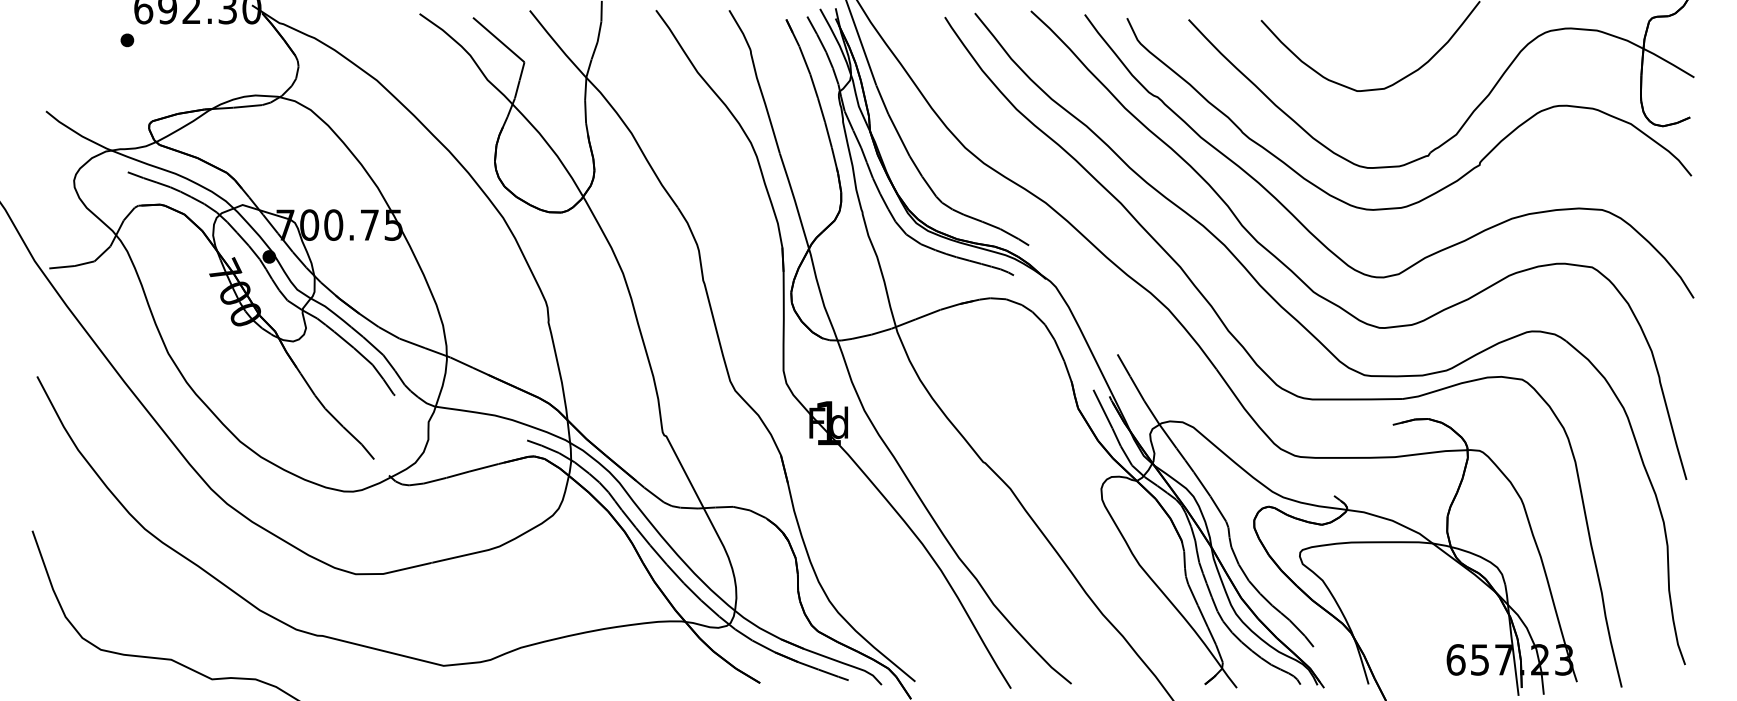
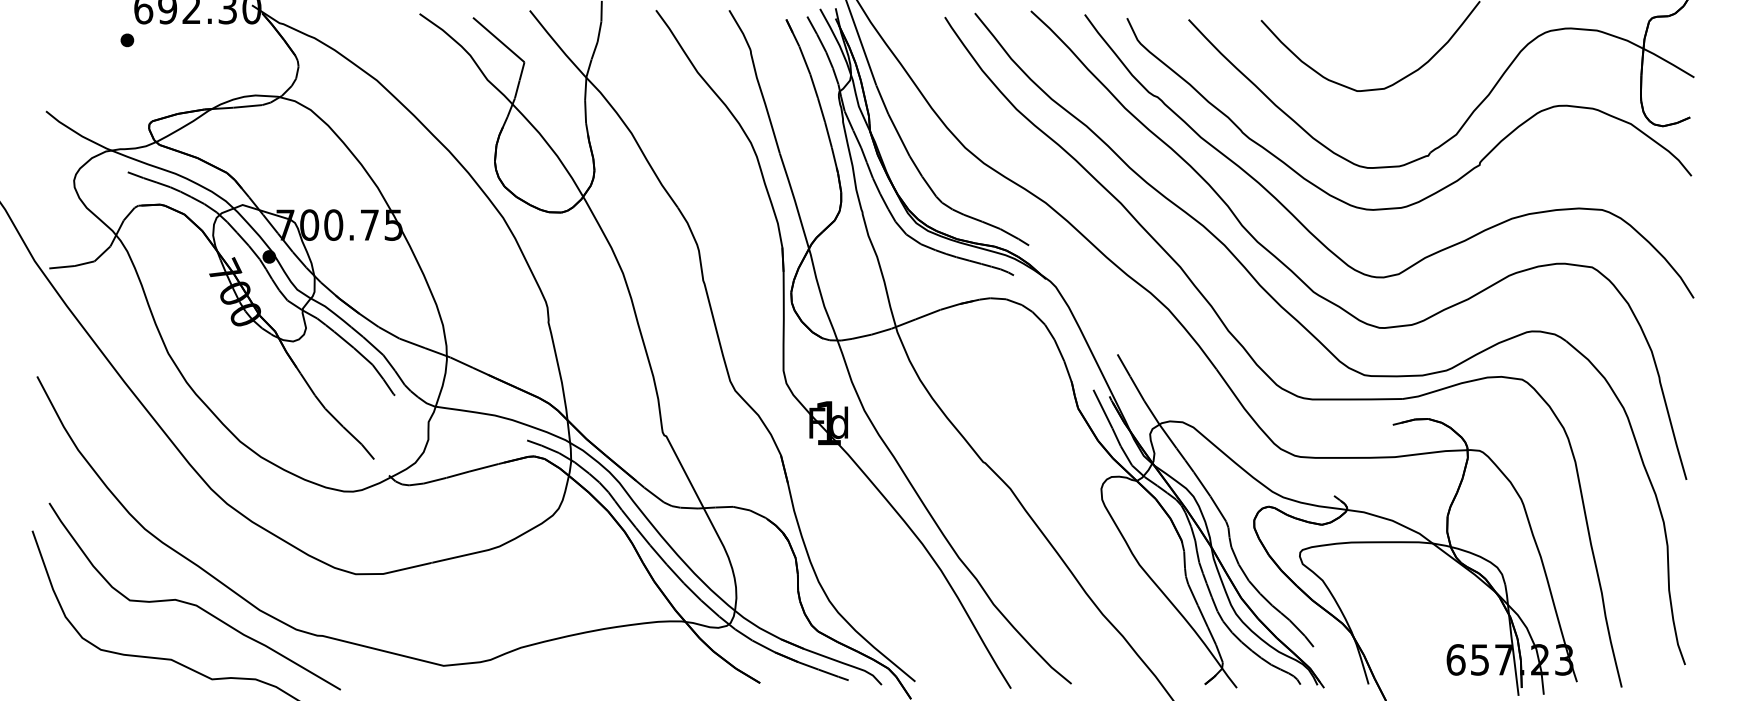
curve at (193, 603): none -> present
